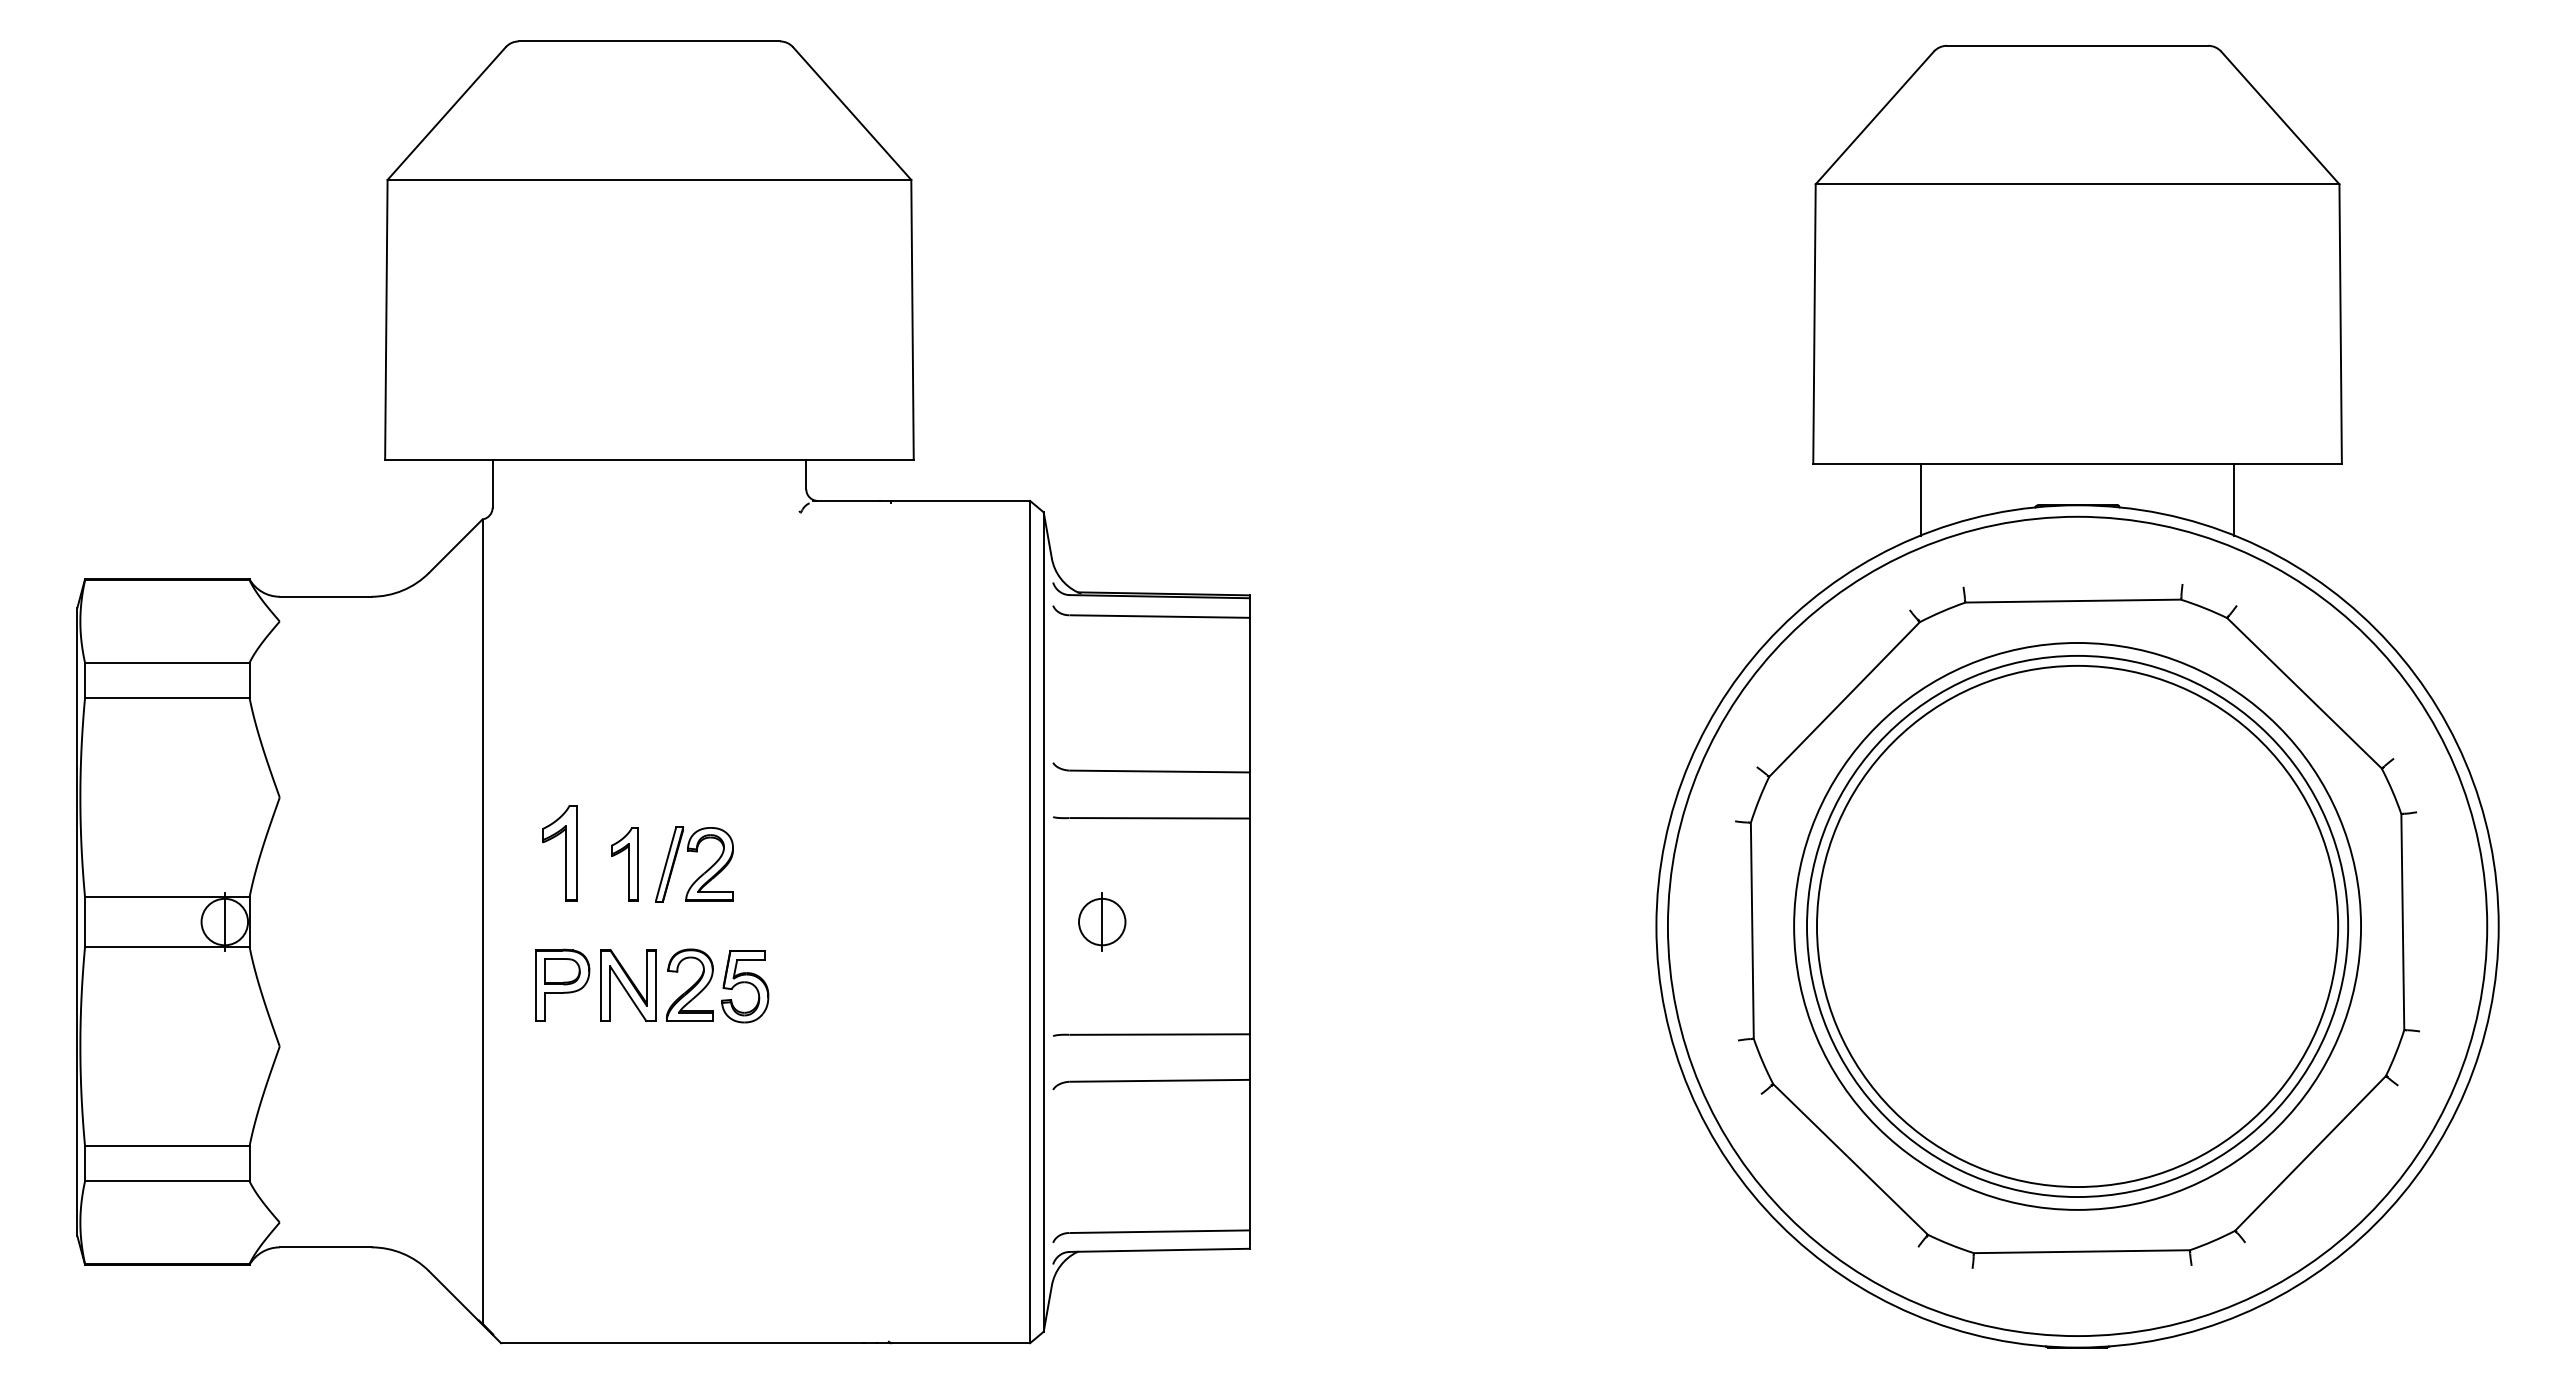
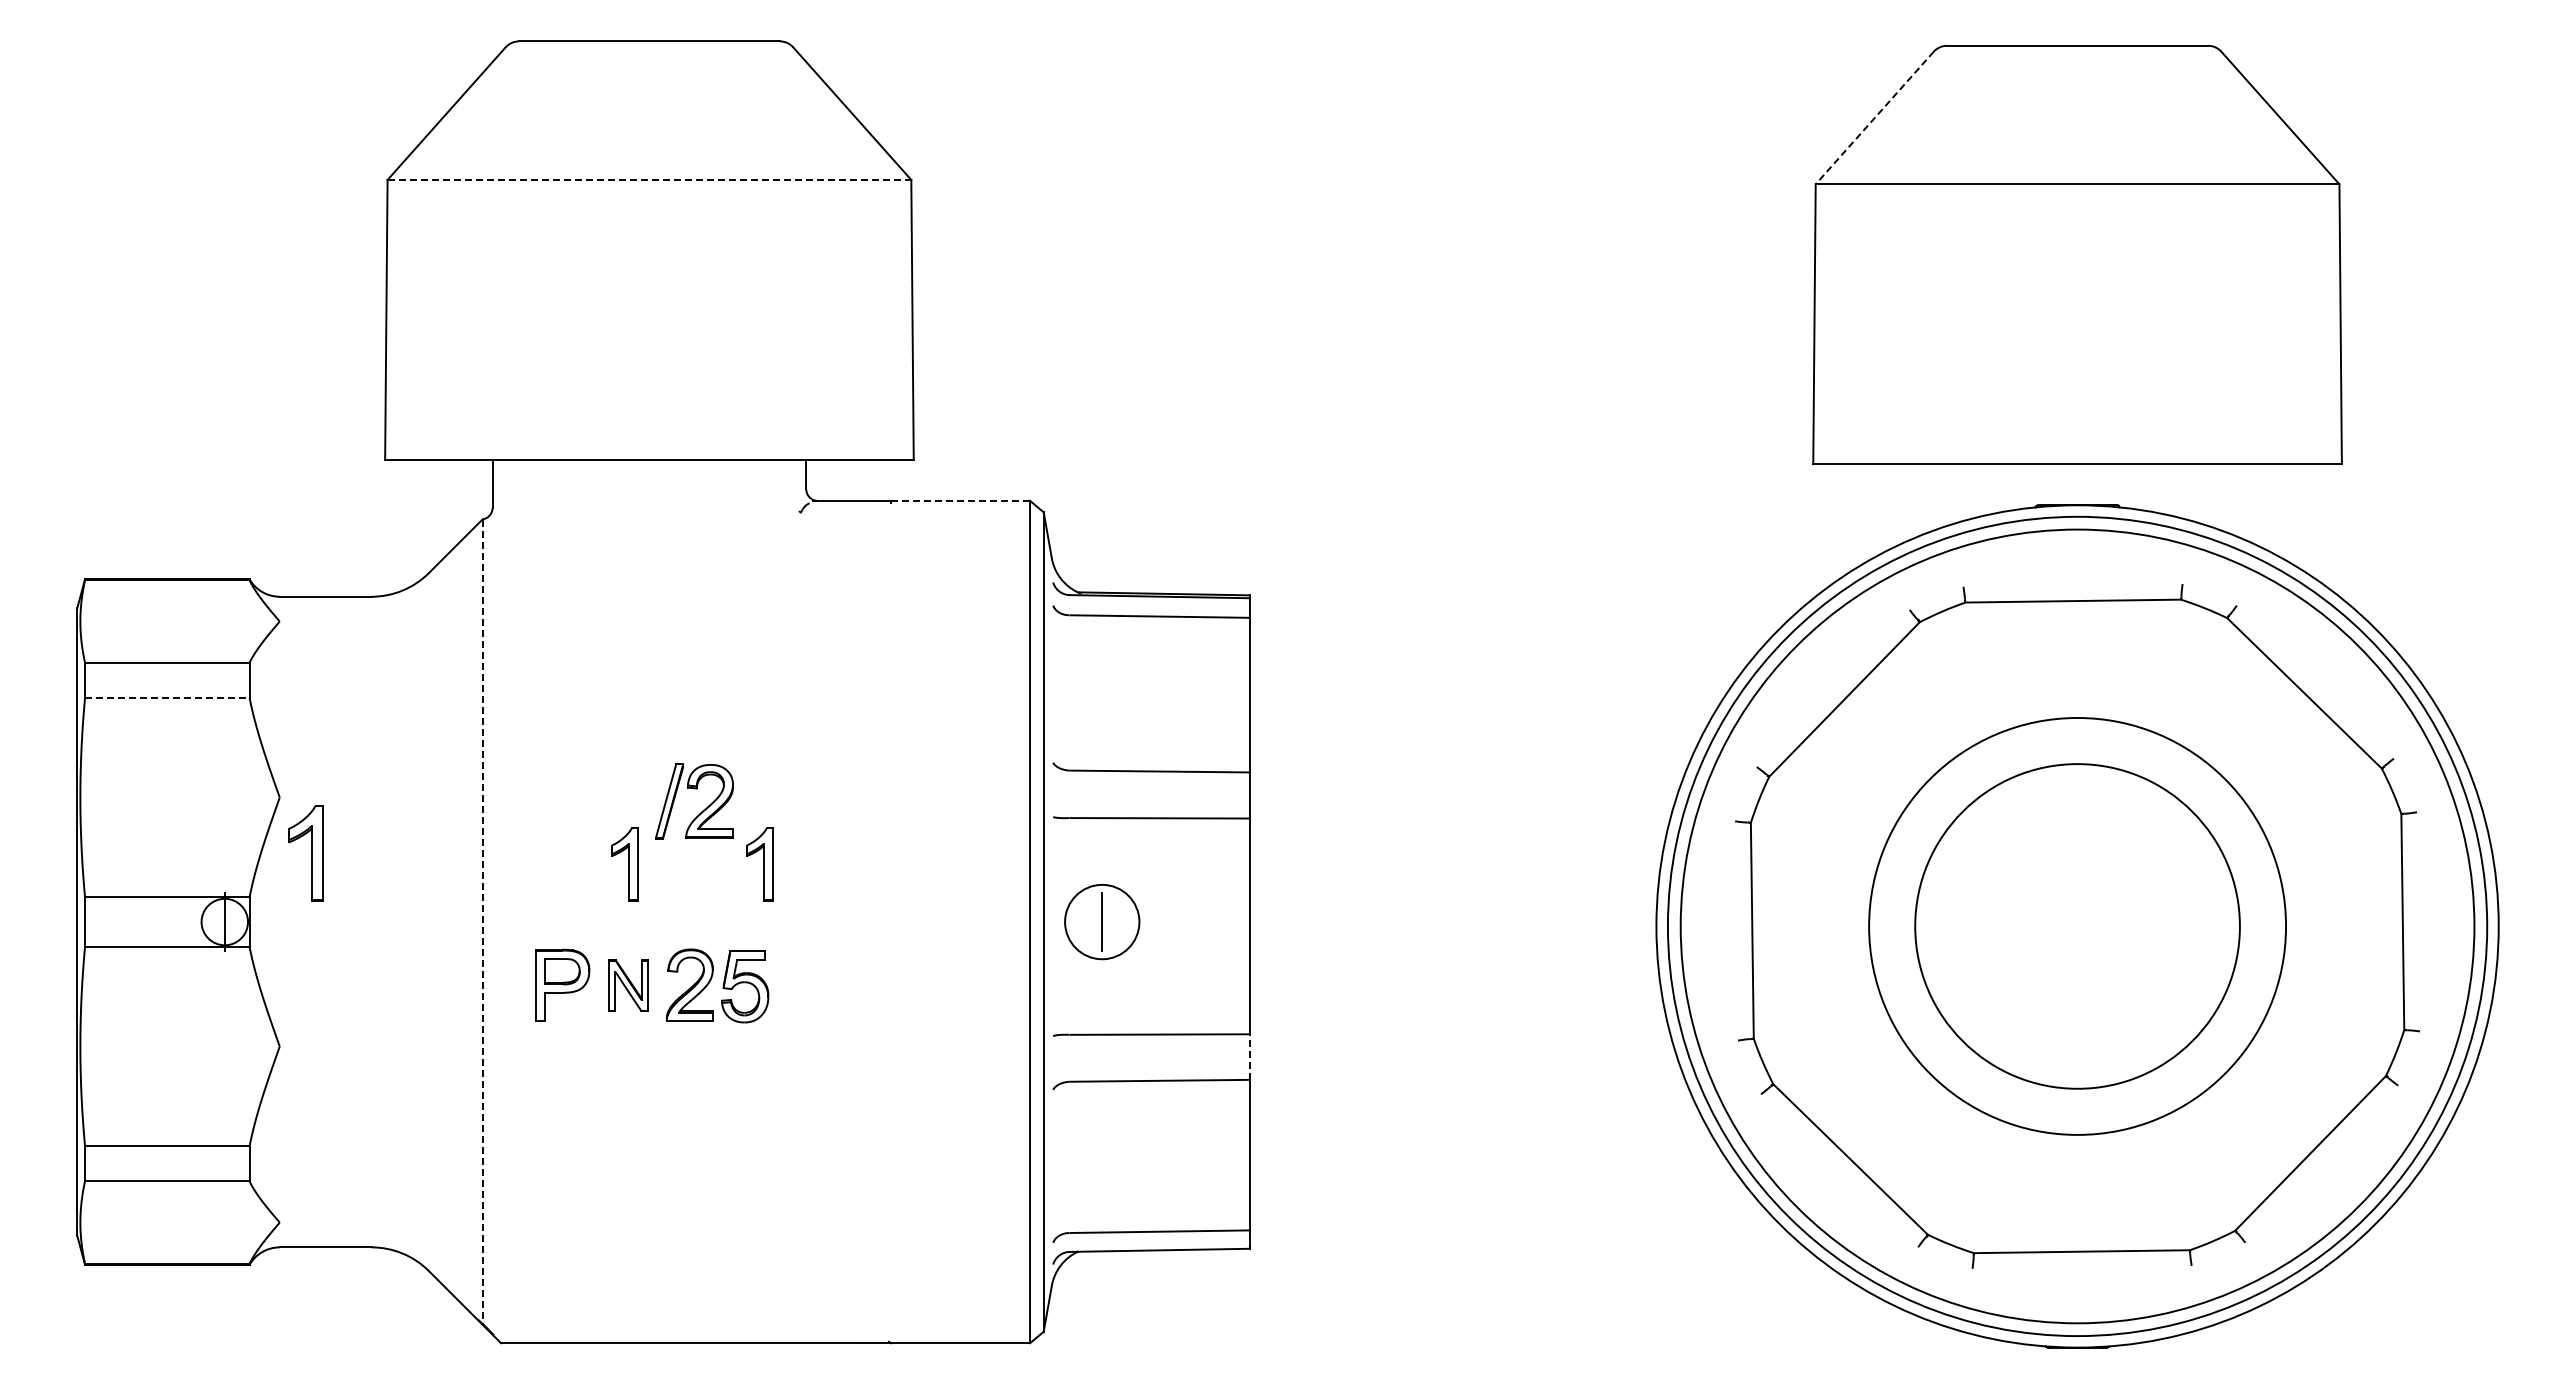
line at (1874, 117): solid -> dashed
line at (649, 179): solid -> dashed
line at (1920, 499): present -> none
line at (2234, 499): present -> none
line at (960, 500): solid -> dashed
line at (167, 697): solid -> dashed
part at (694, 852) position: (694, 852) -> (694, 789)
part at (559, 853) position: (559, 853) -> (305, 853)
part at (759, 864): none -> present
line at (482, 921): solid -> dashed
circle at (1102, 921) diameter: 46 px -> 74 px
circle at (2077, 925) diameter: 567 px -> 794 px
circle at (2077, 926) diameter: 521 px -> 417 px
circle at (2077, 926) diameter: 541 px -> 325 px
part at (628, 985) size: 57x73 px -> 41x53 px
line at (1249, 1057): solid -> dashed
